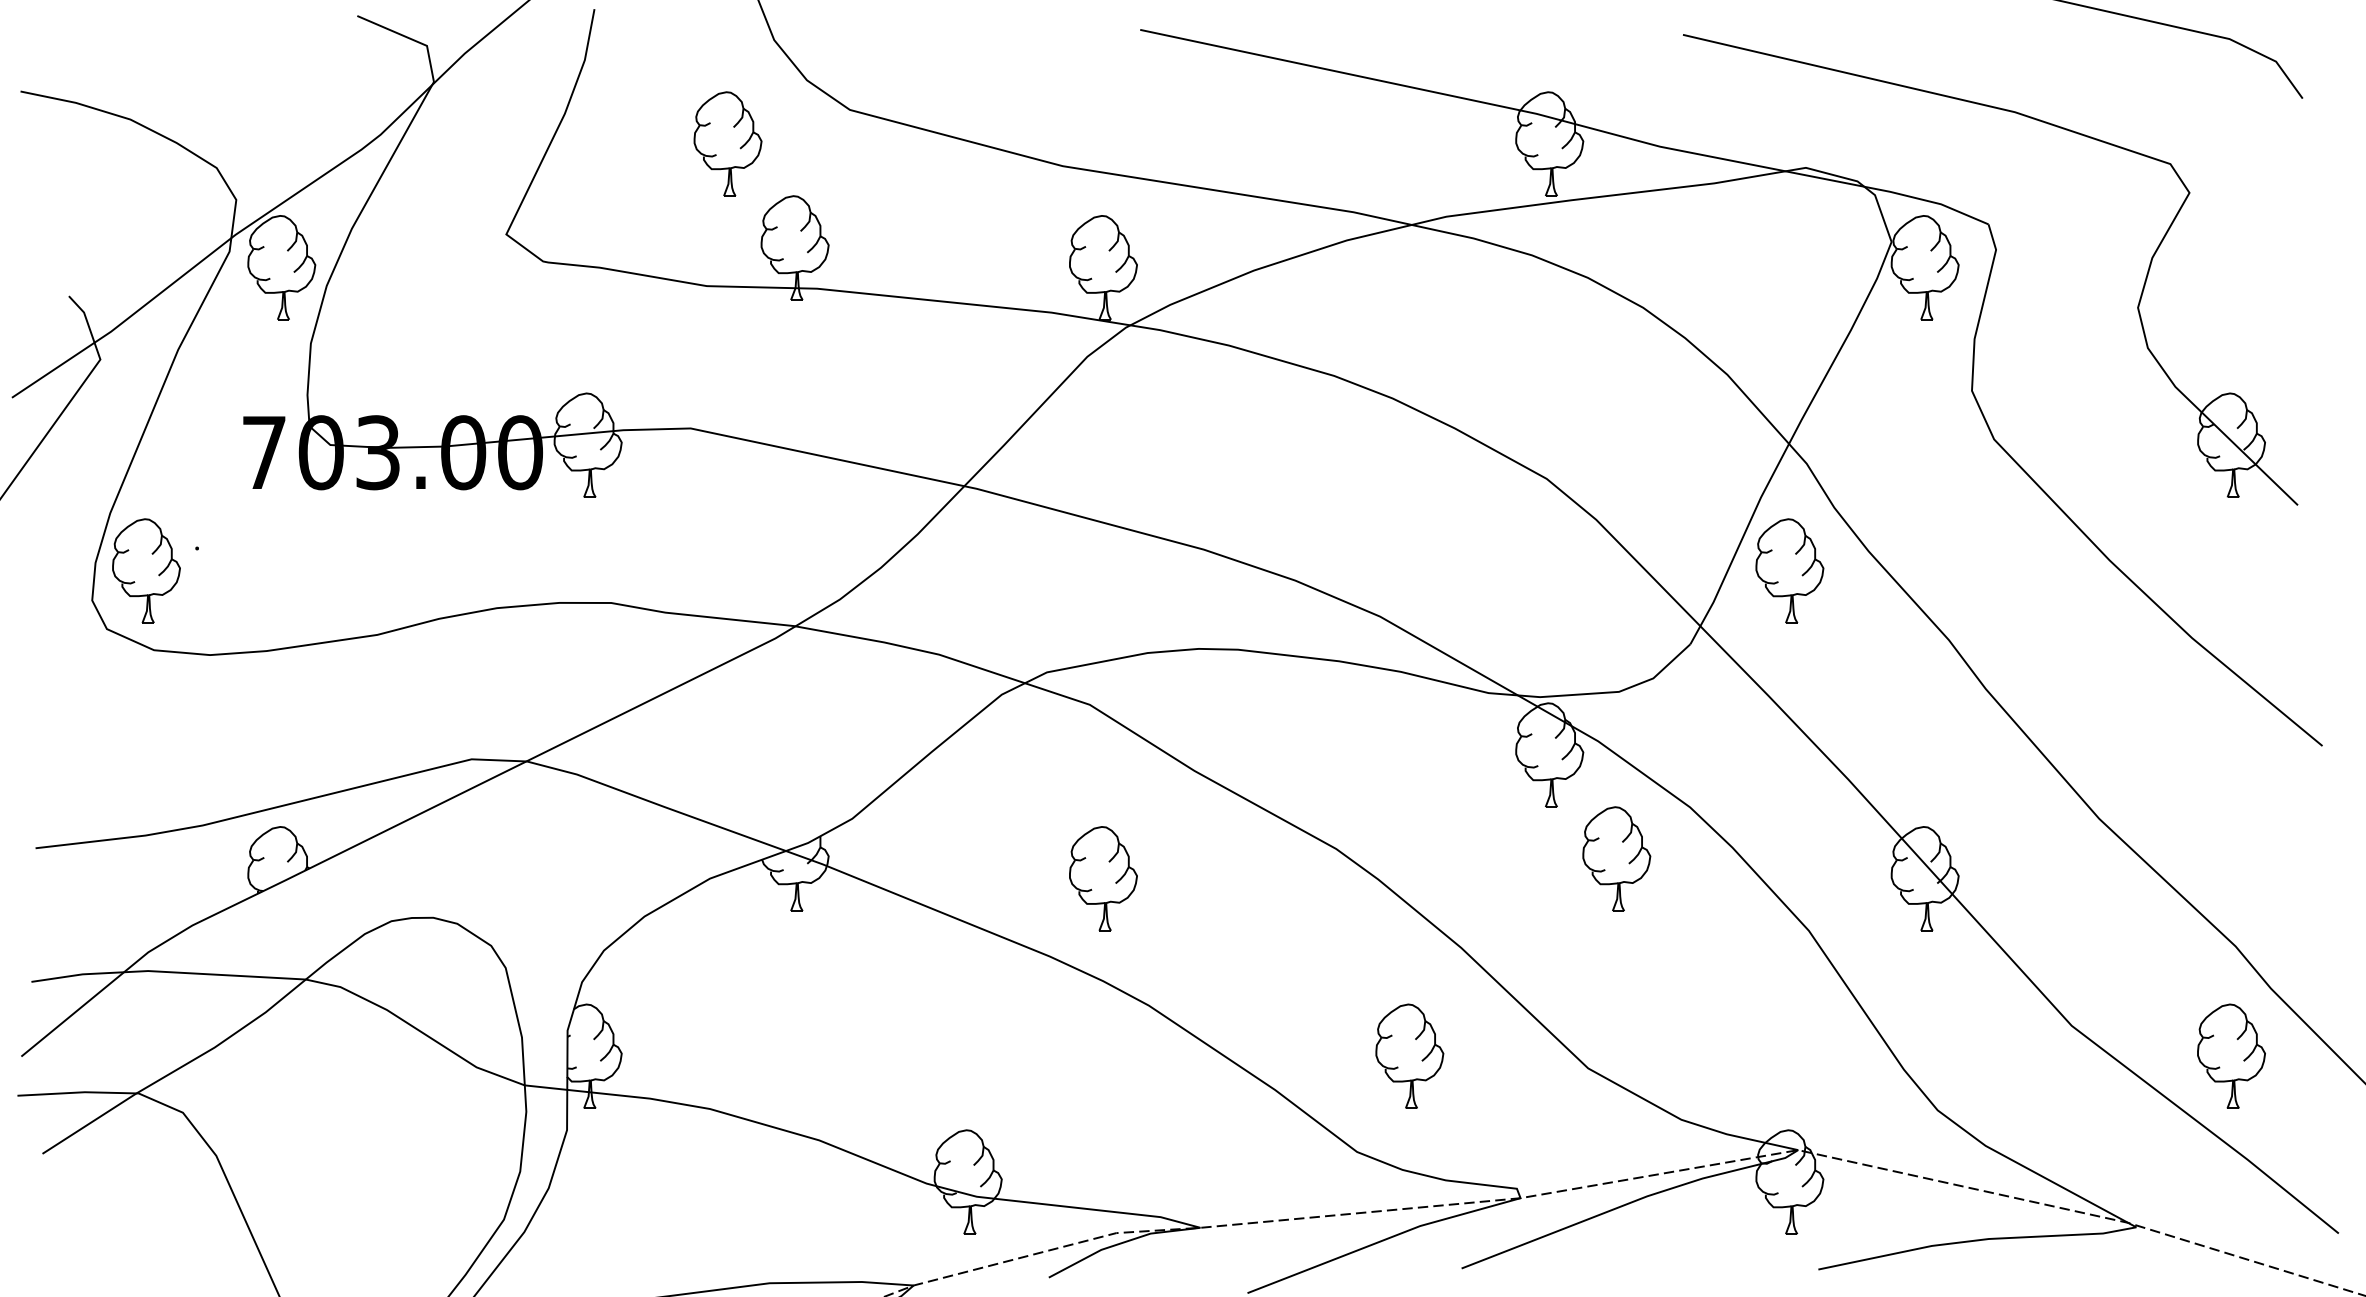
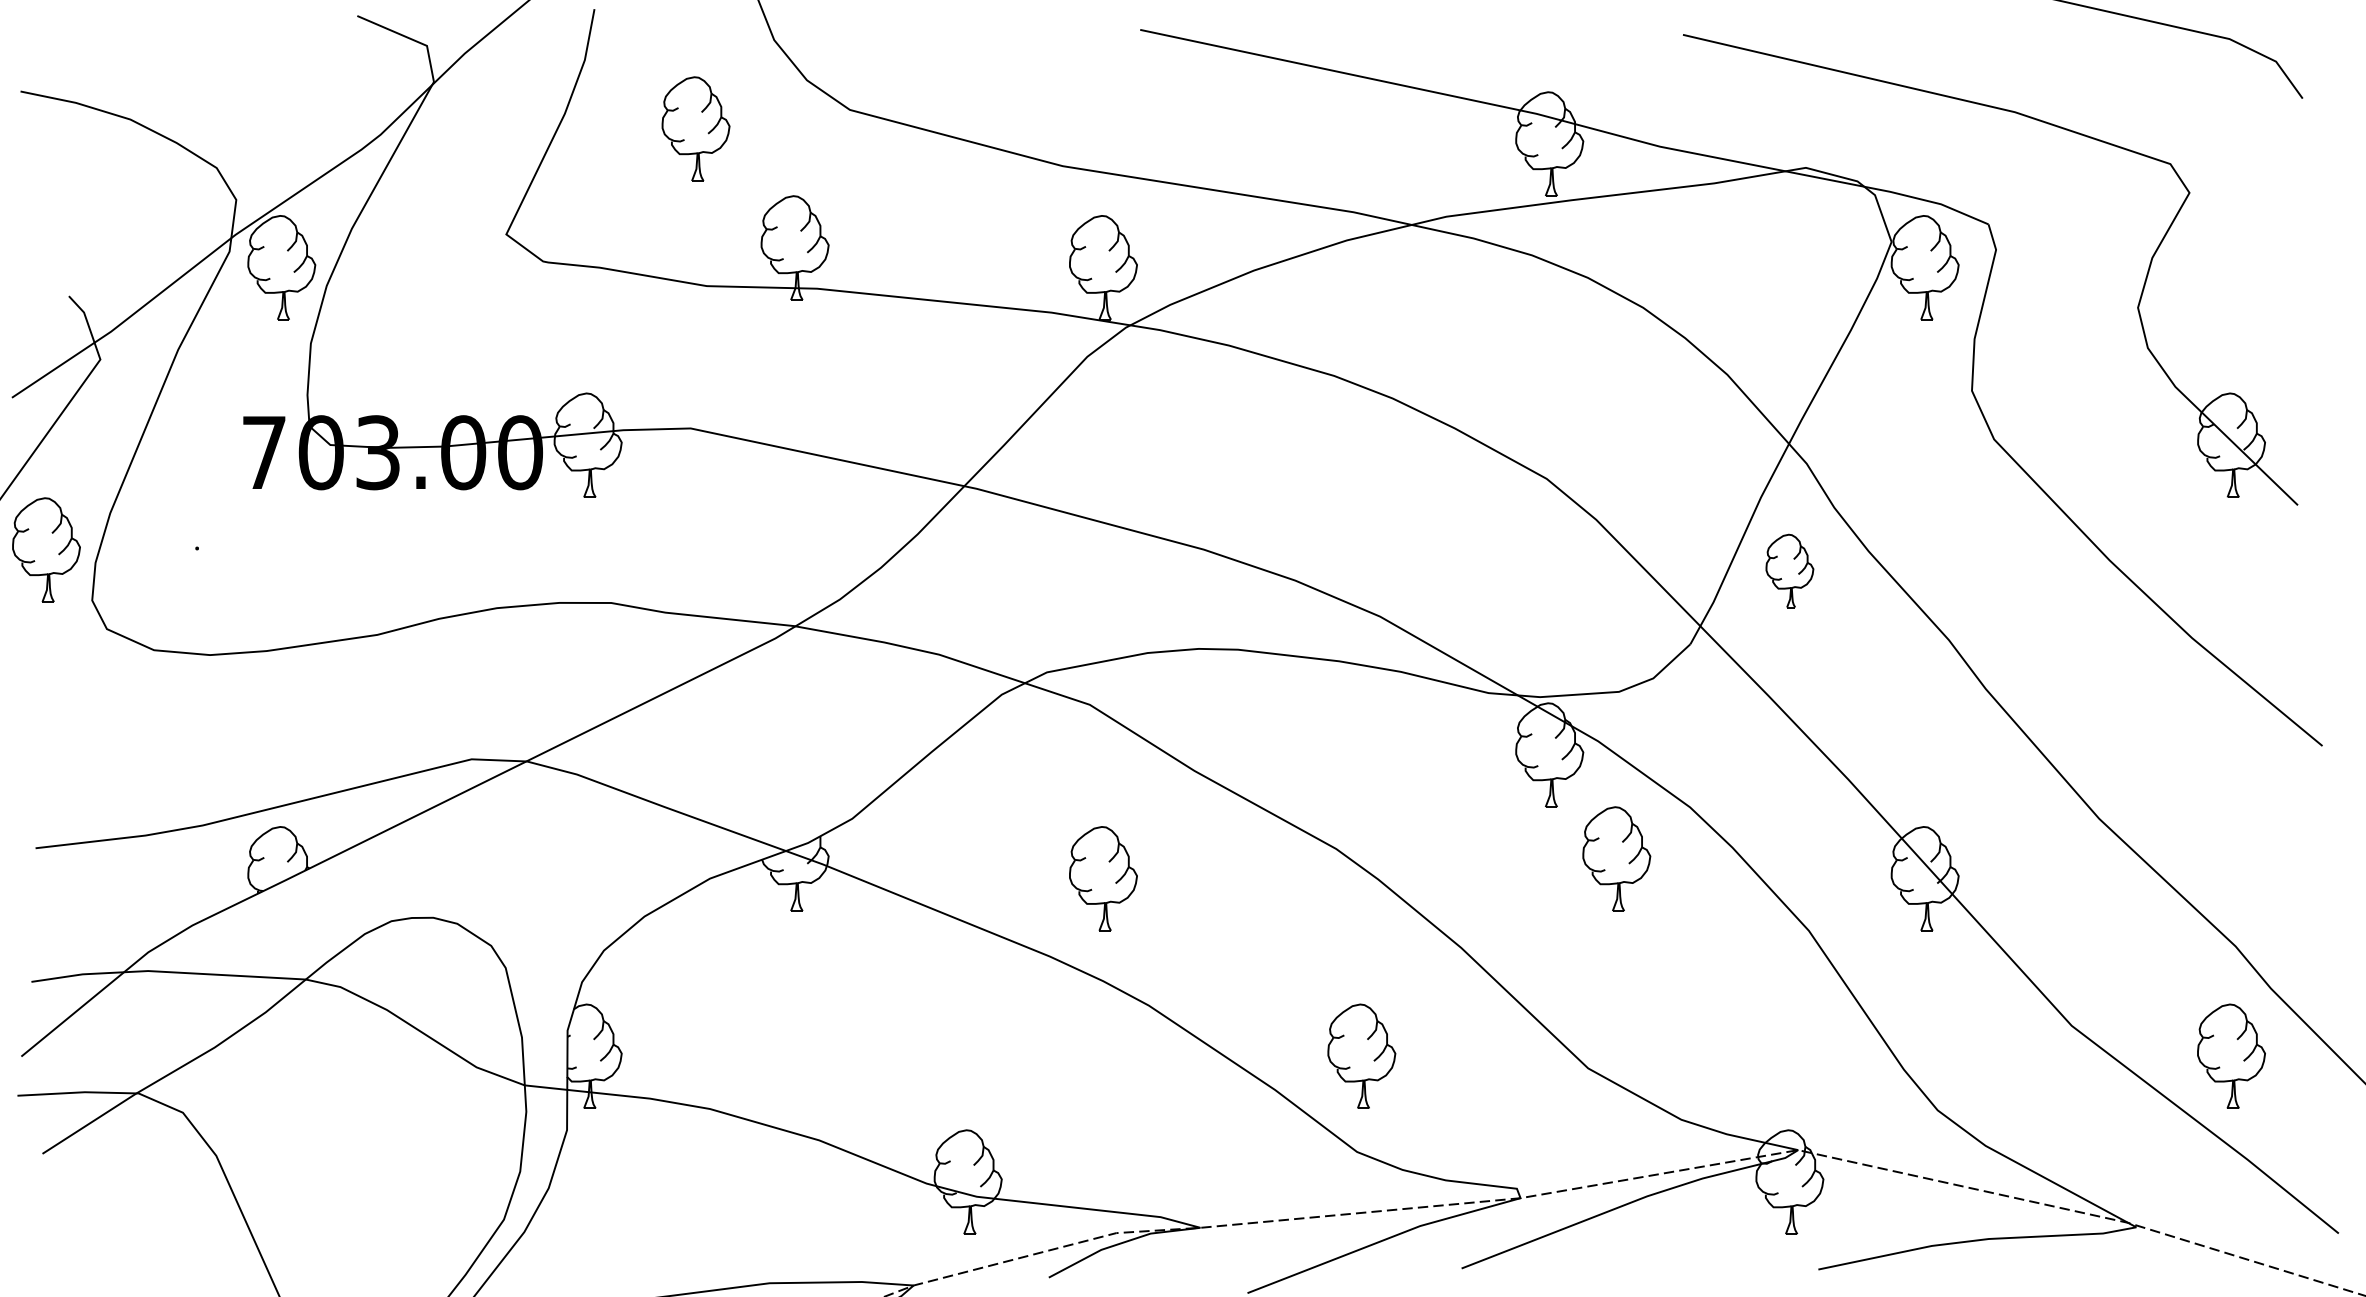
part at (727, 143) position: (727, 143) -> (695, 128)
part at (146, 570) position: (146, 570) -> (46, 549)
part at (1789, 570) size: 70x106 px -> 50x76 px
part at (1409, 1055) position: (1409, 1055) -> (1361, 1055)
